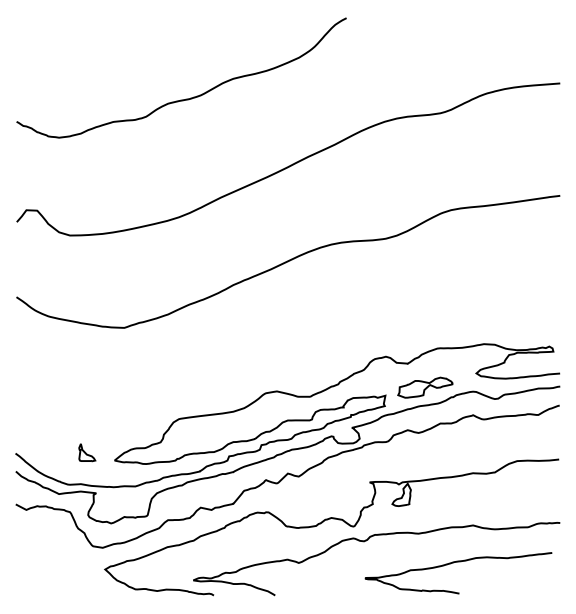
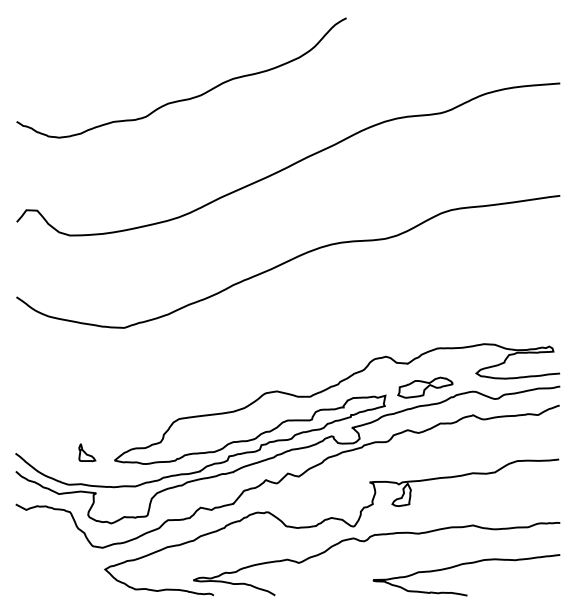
curve at (458, 562) position: (458, 562) -> (466, 564)
